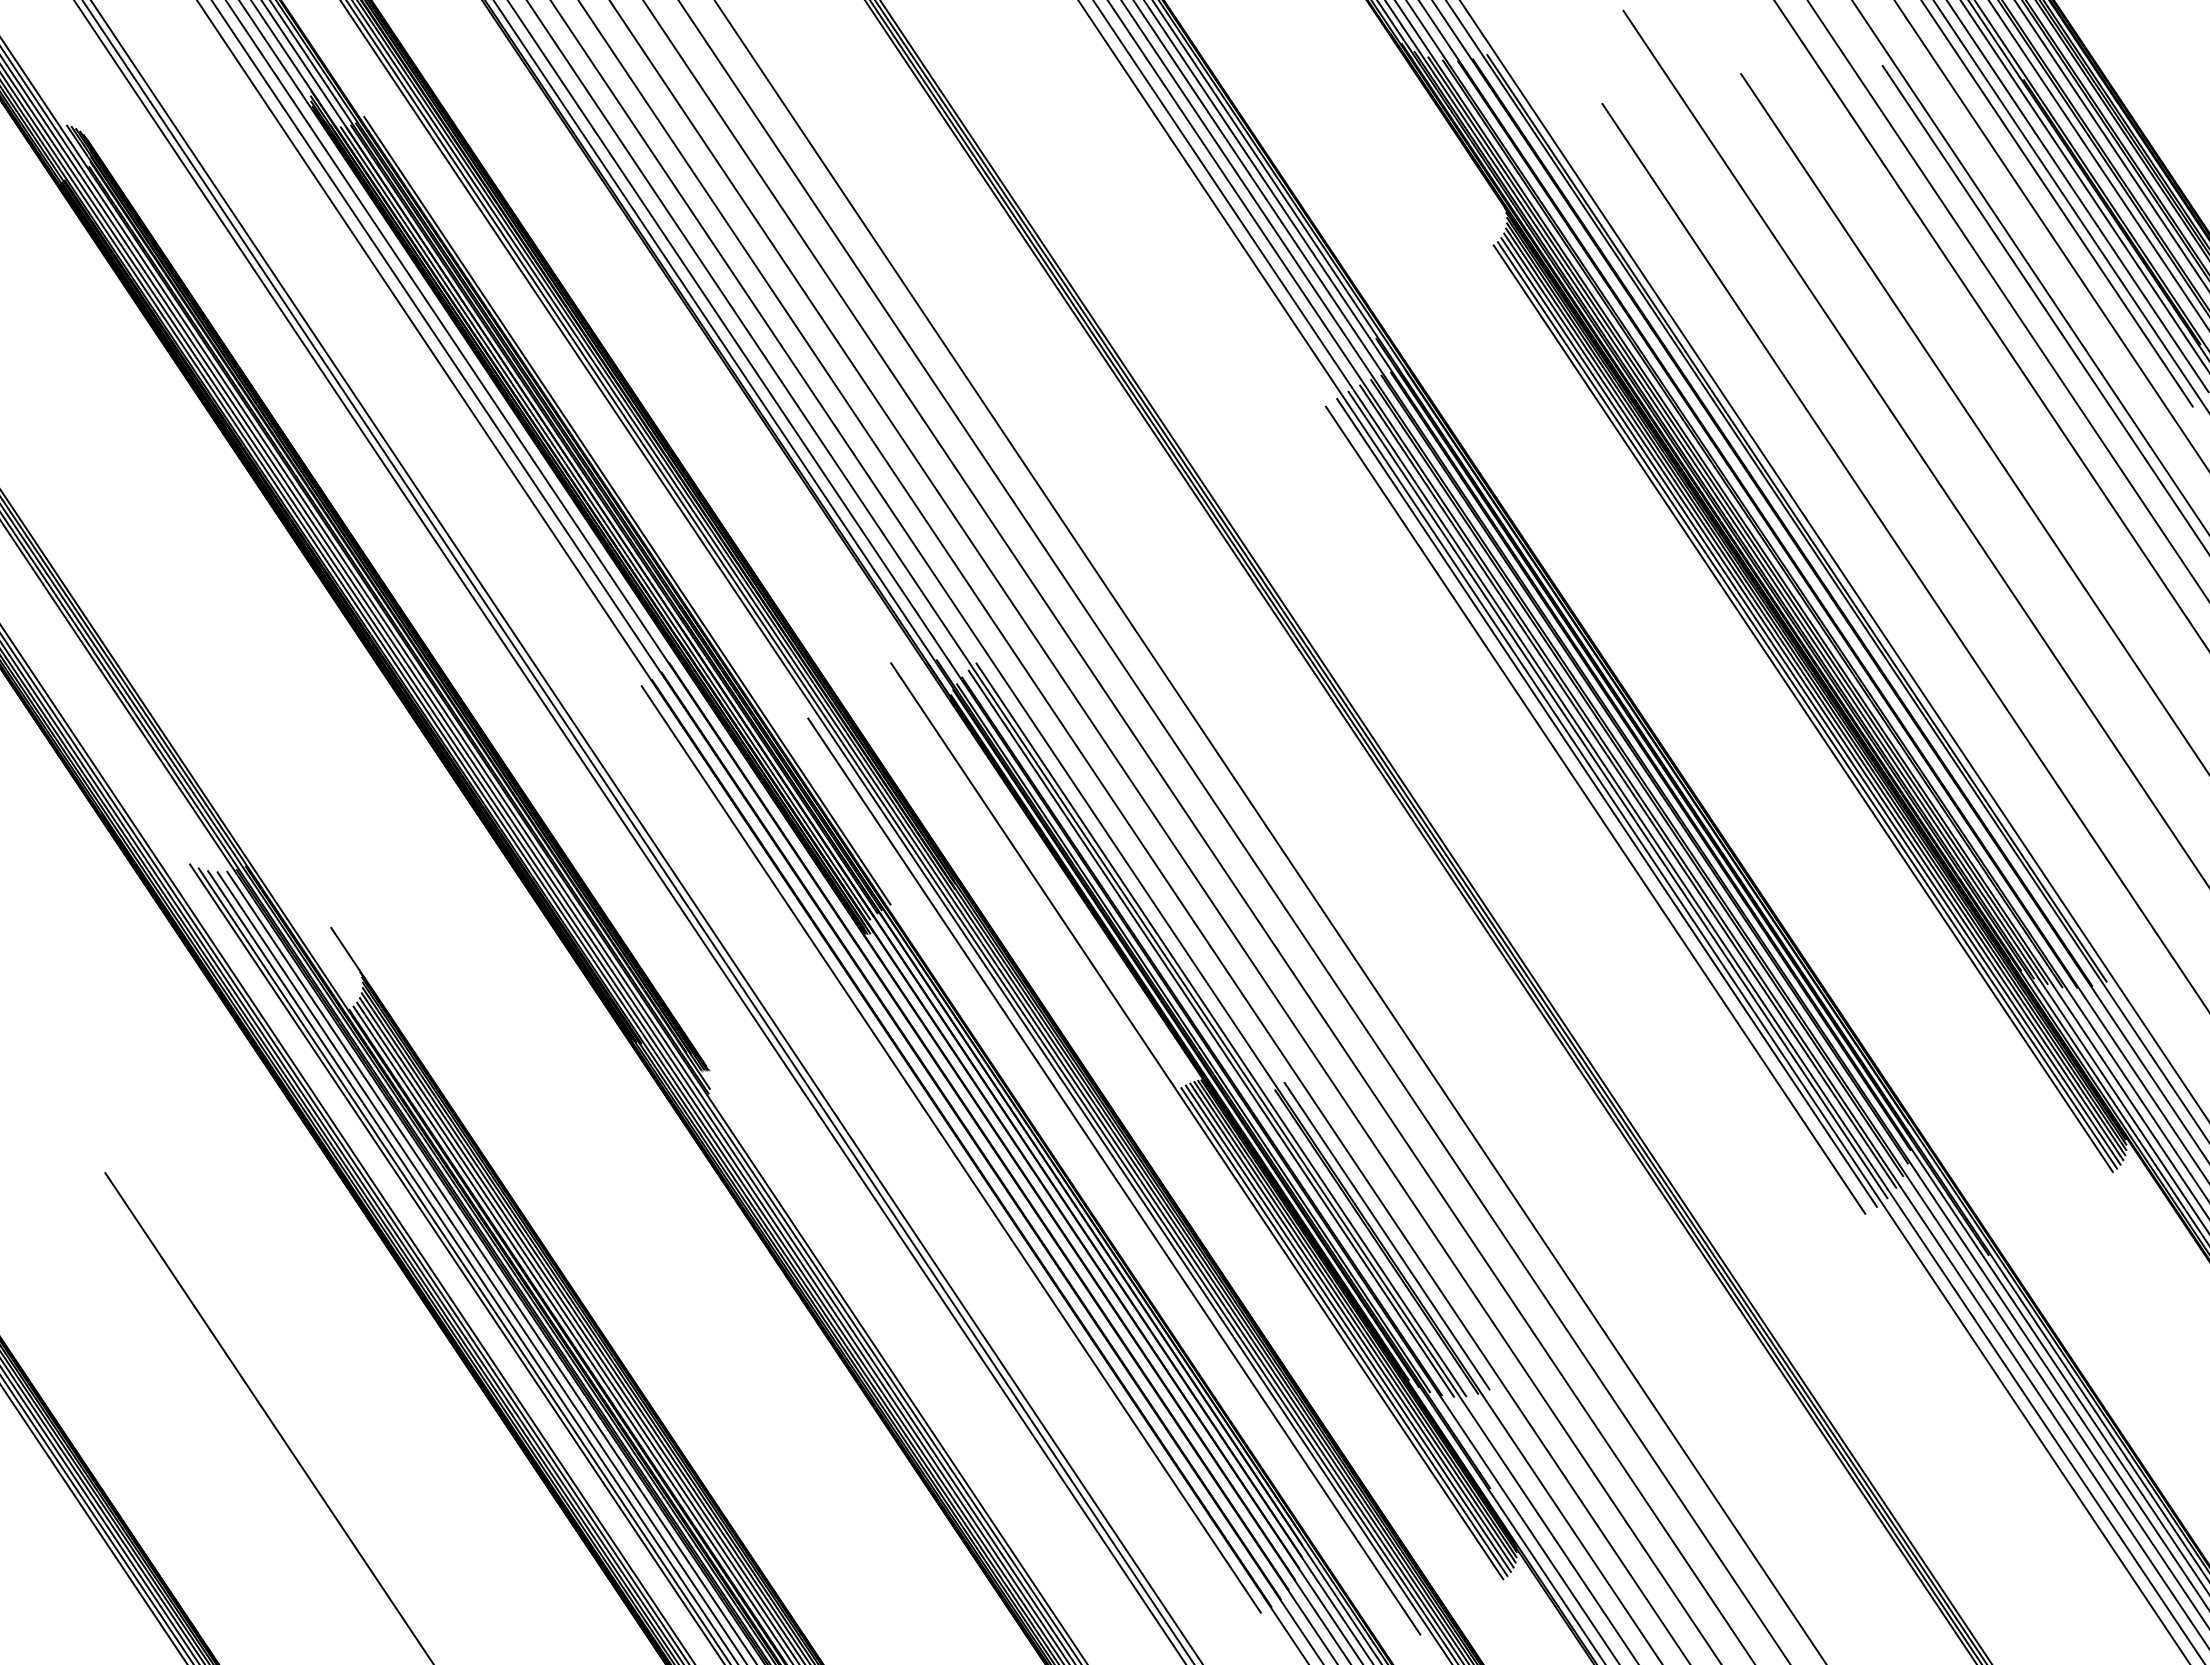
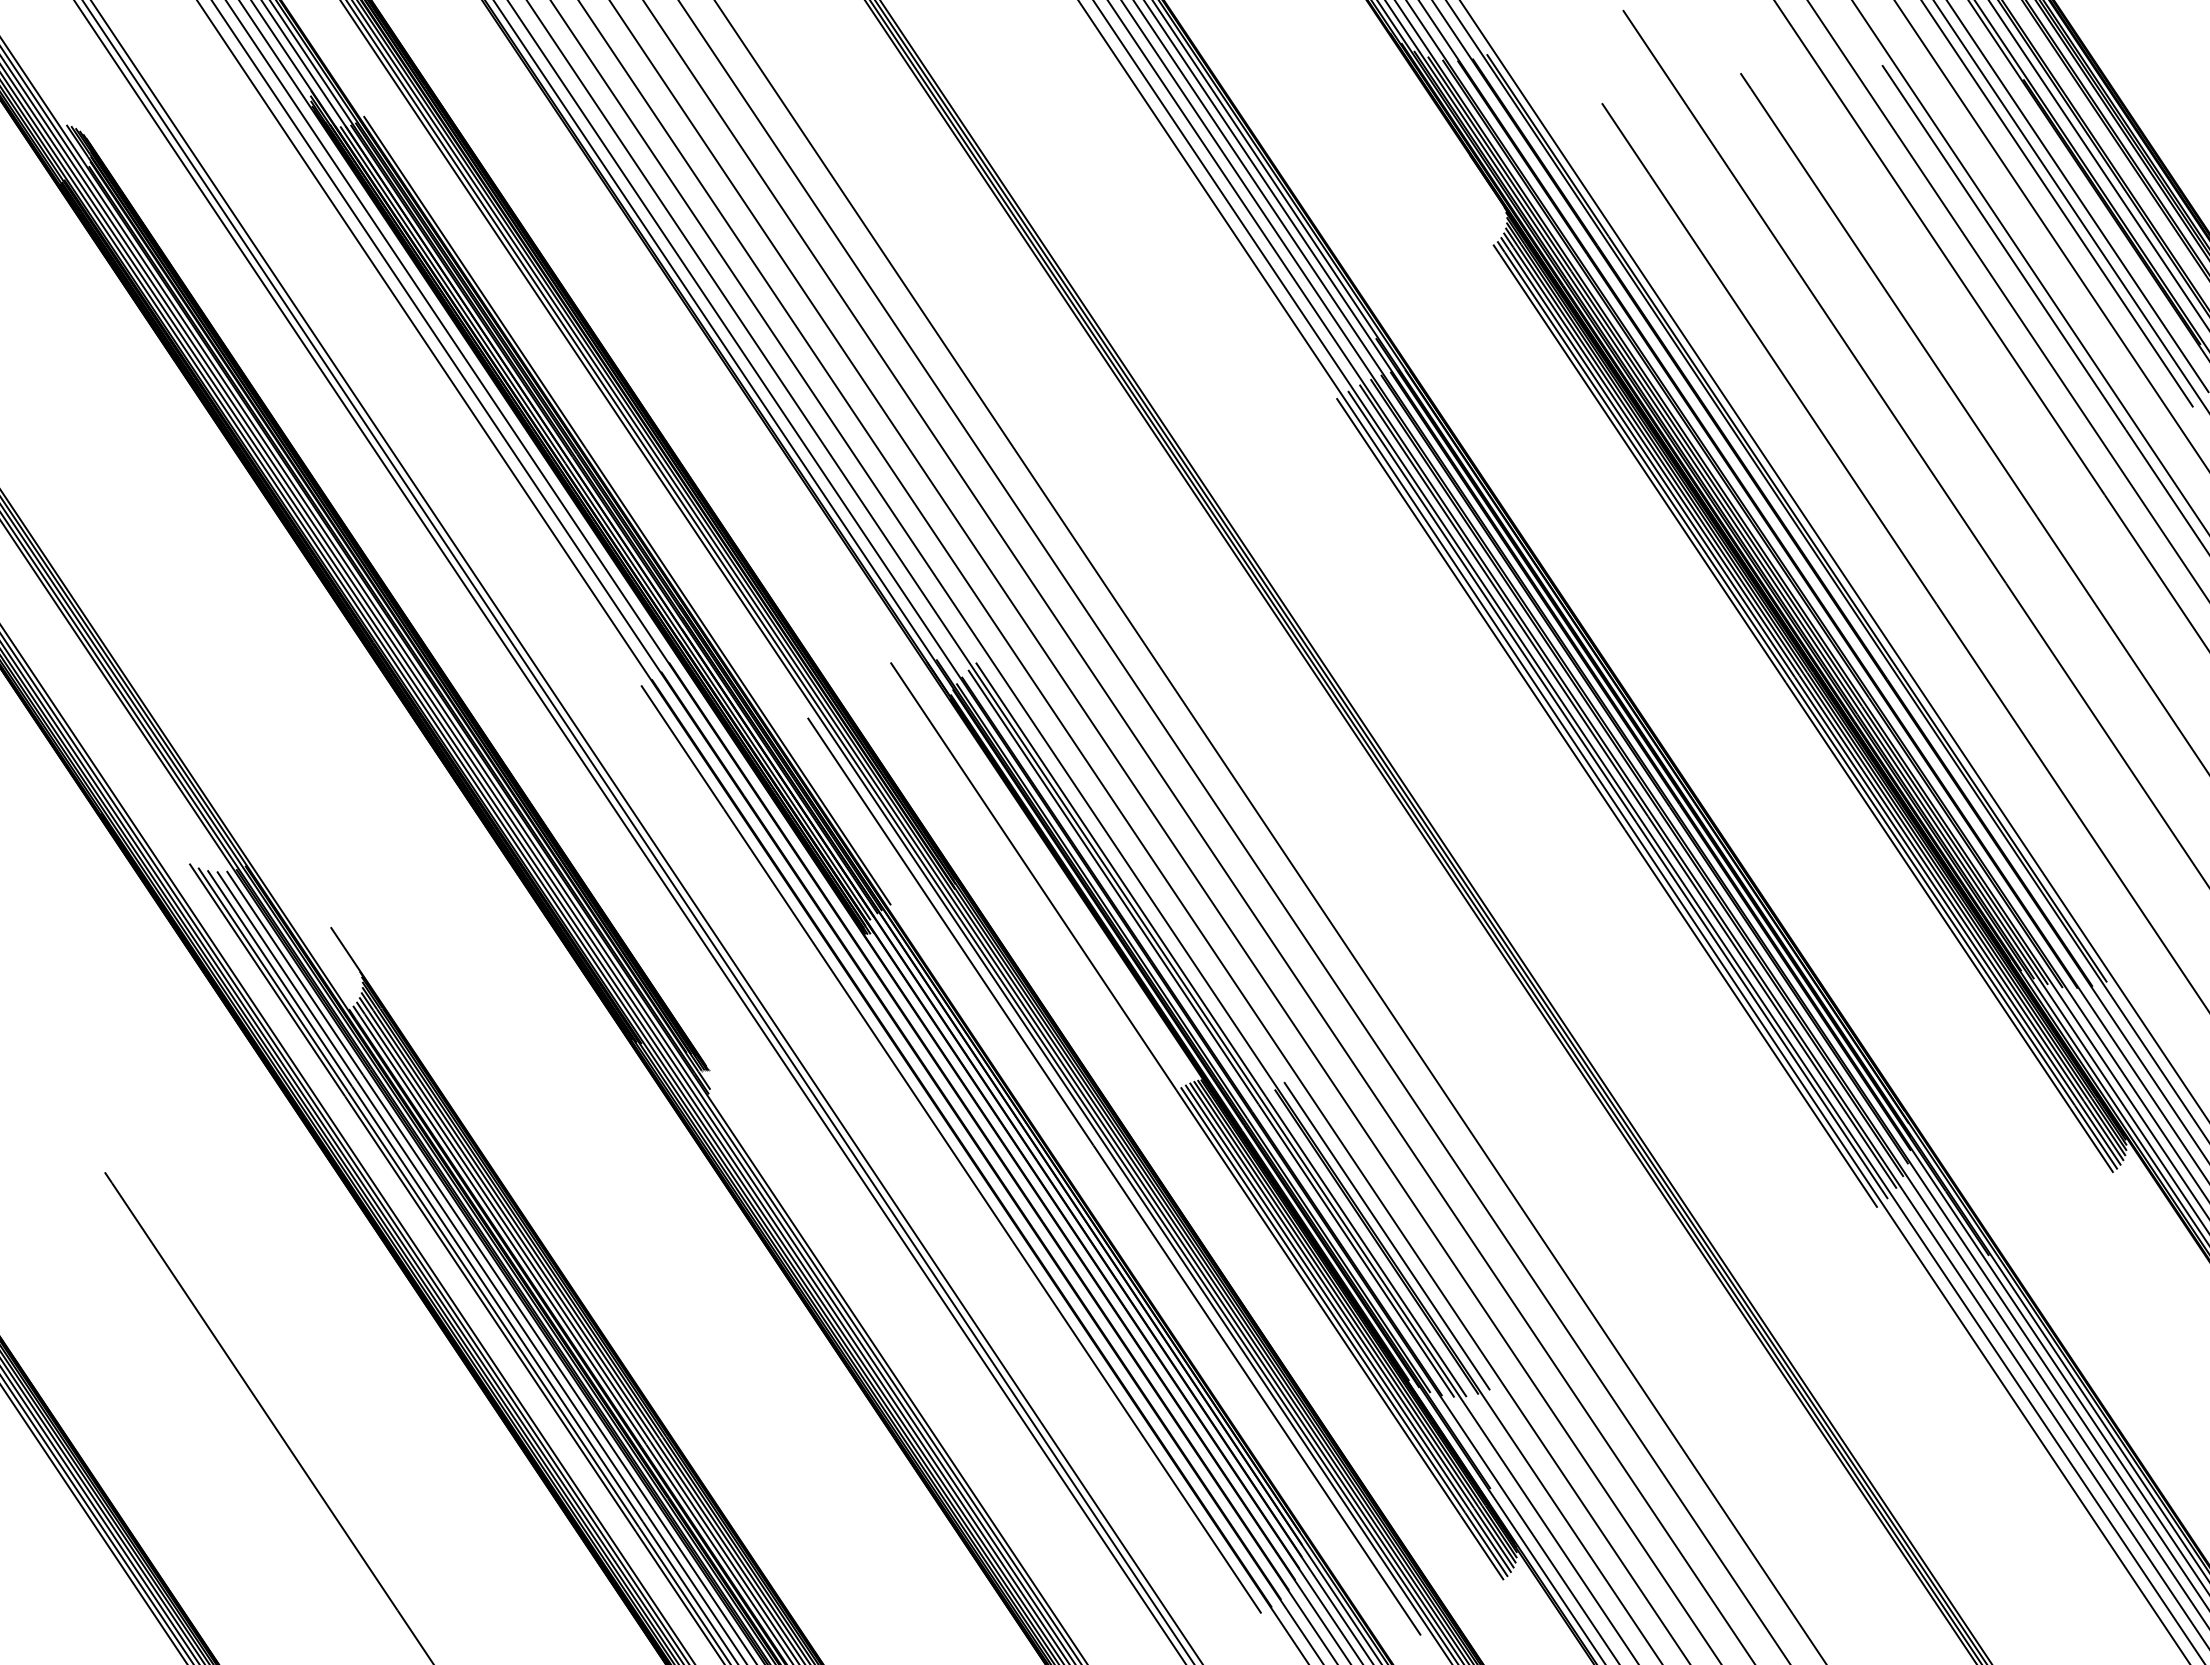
line at (2111, 145): present -> none
line at (2083, 185): present -> none
line at (1595, 809): present -> none
